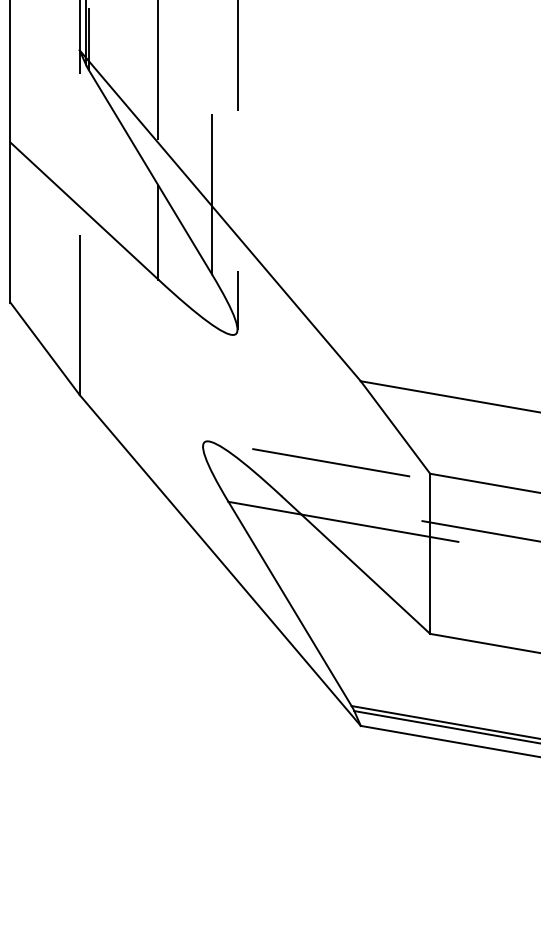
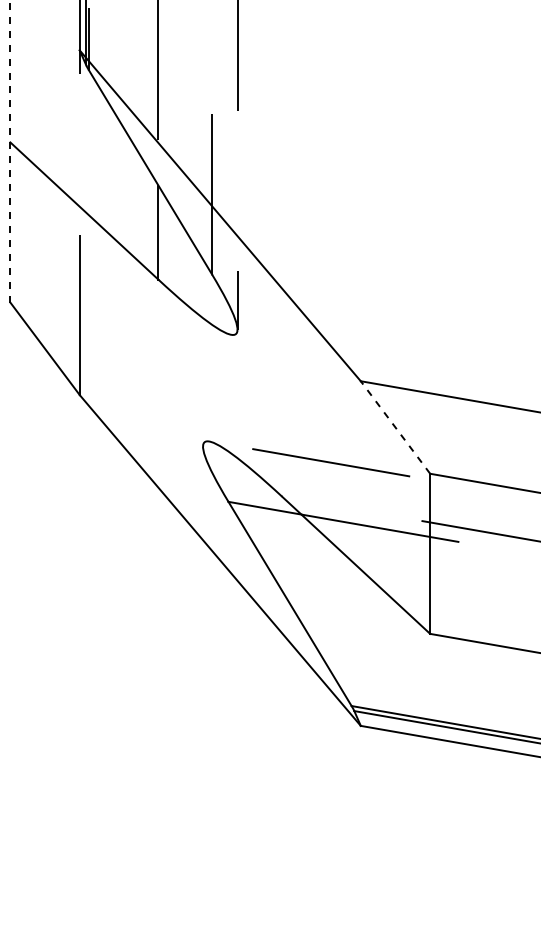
line at (10, 151): solid -> dashed
line at (395, 427): solid -> dashed
